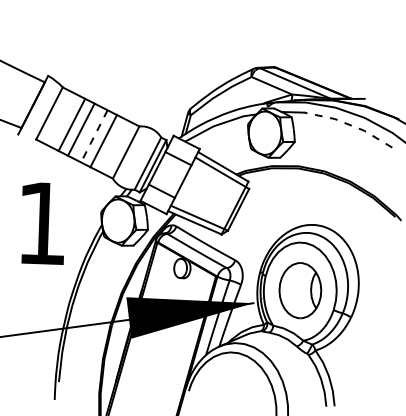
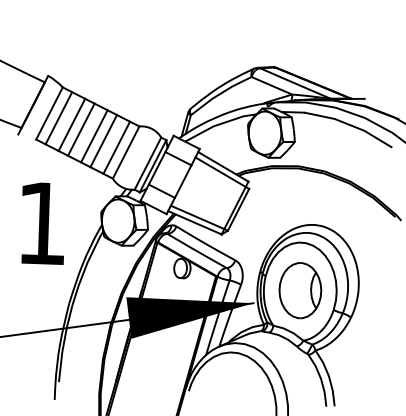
line at (58, 118): none -> present
line at (349, 124): dashed -> solid
line at (94, 136): dashed -> solid
line at (116, 147): none -> present
